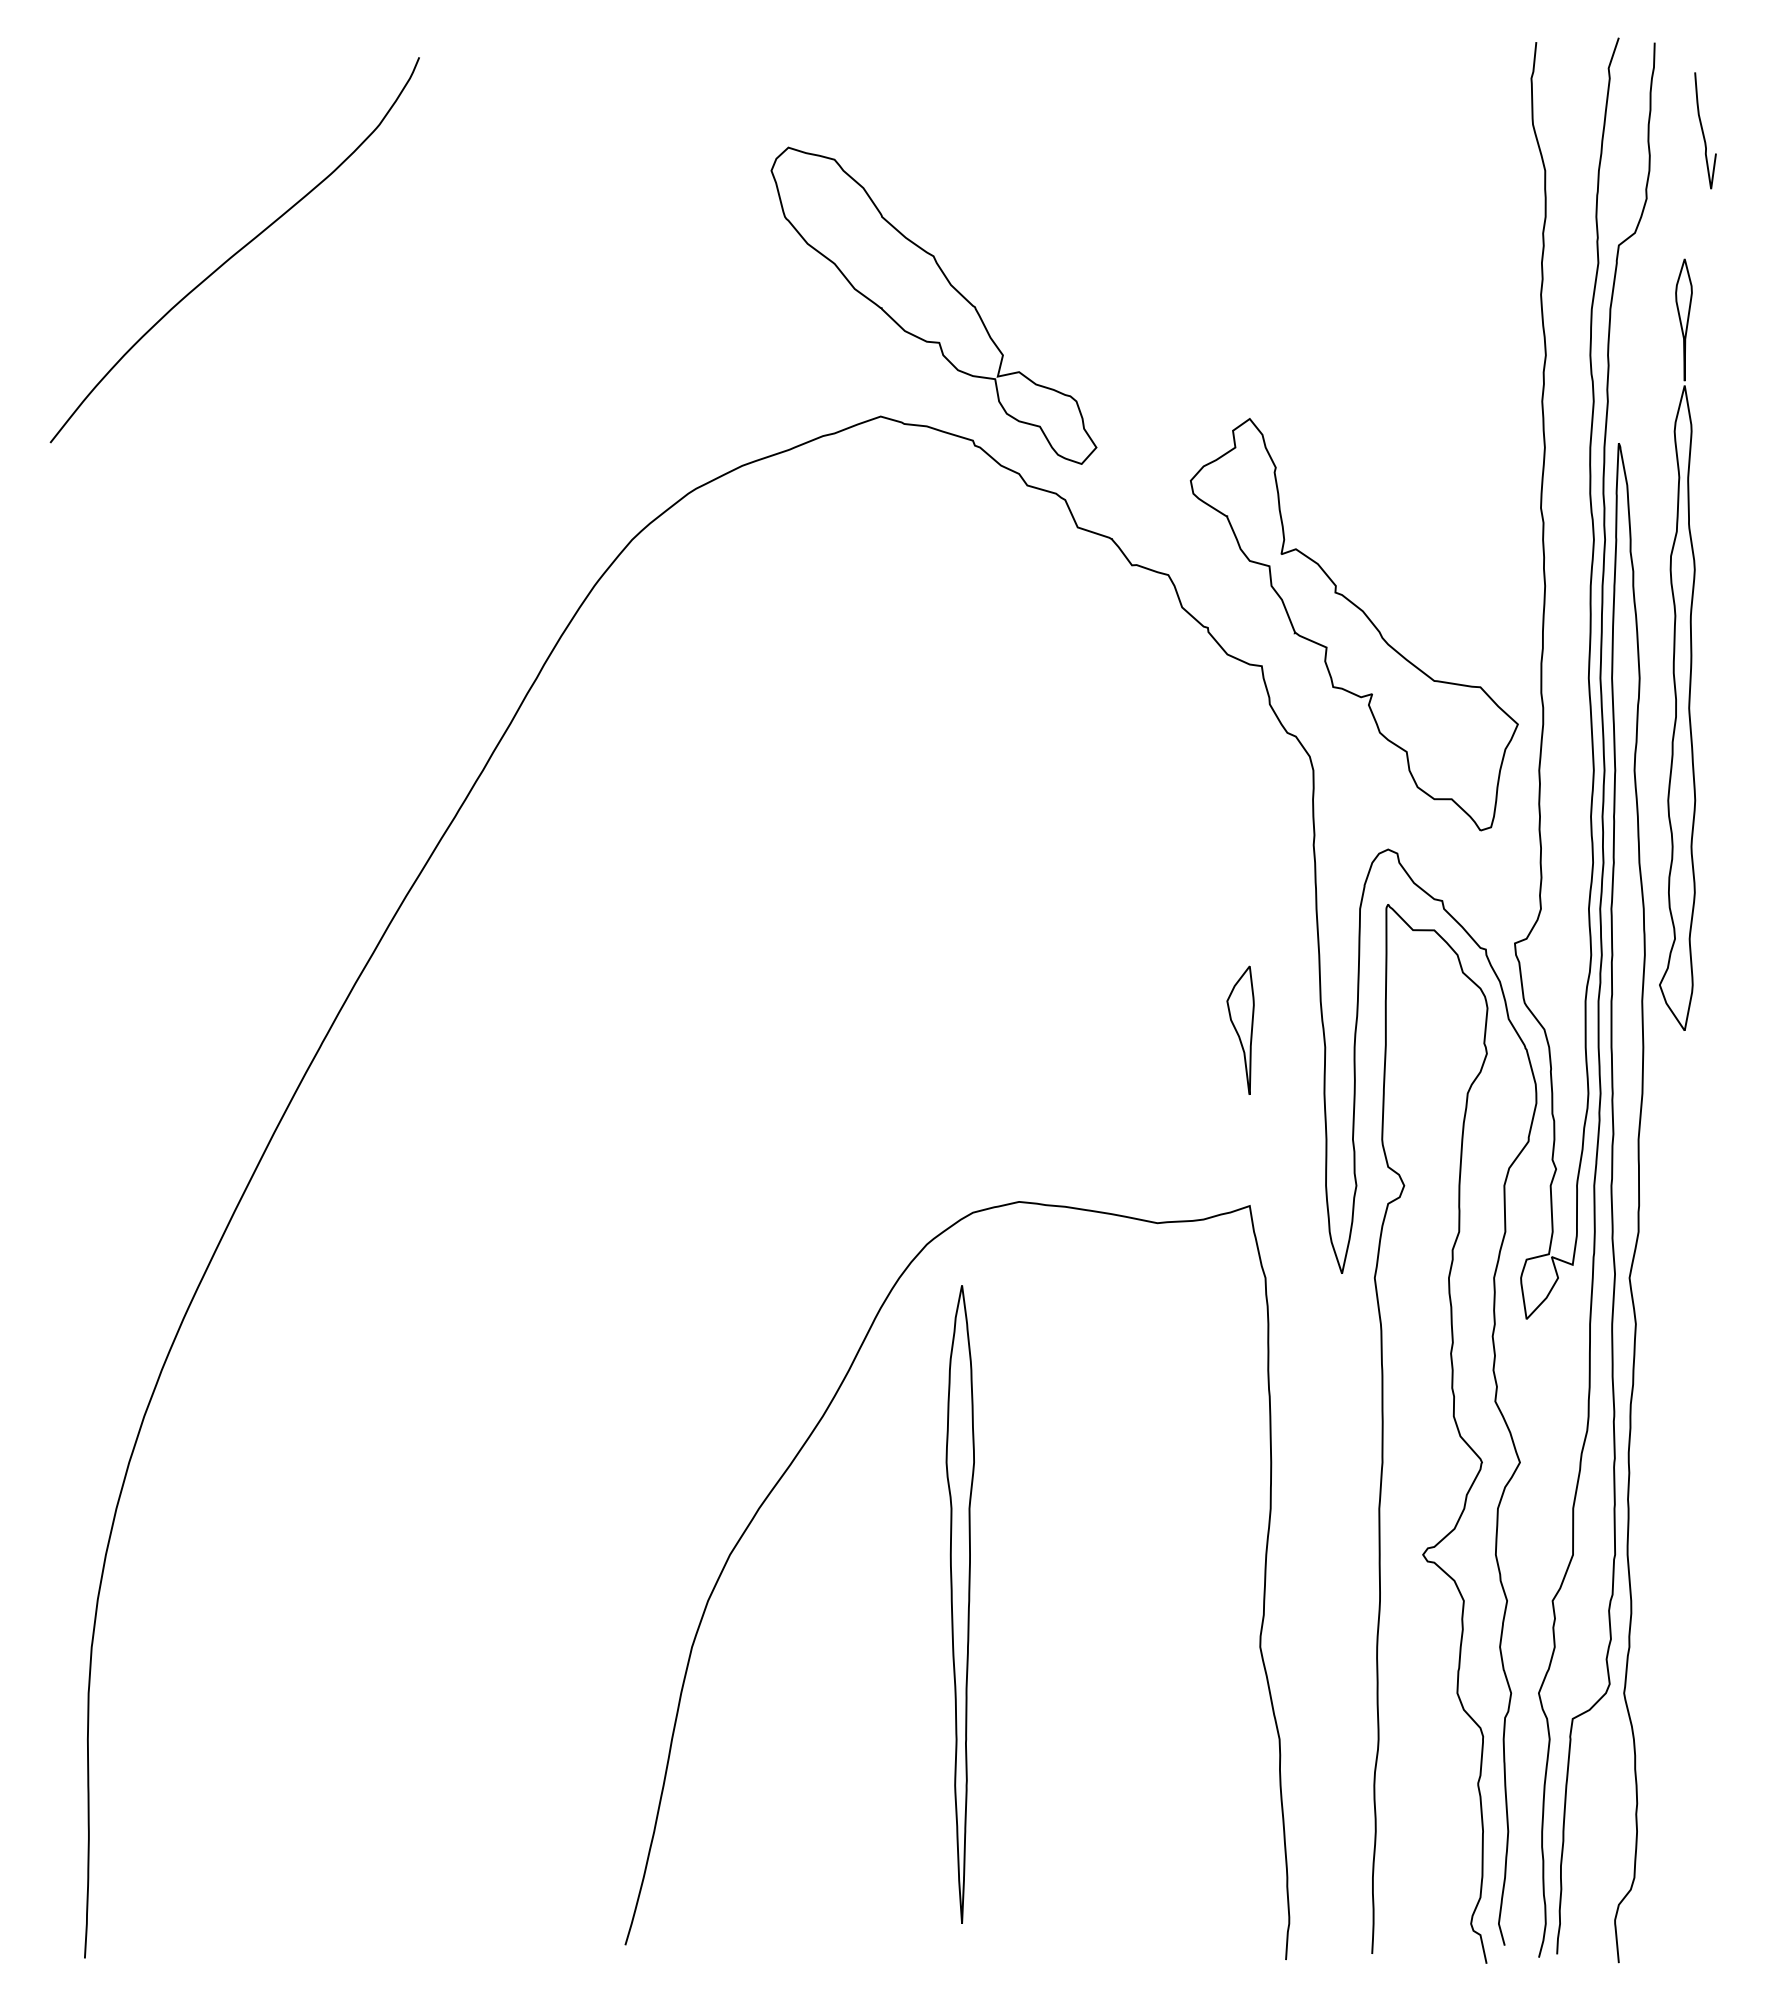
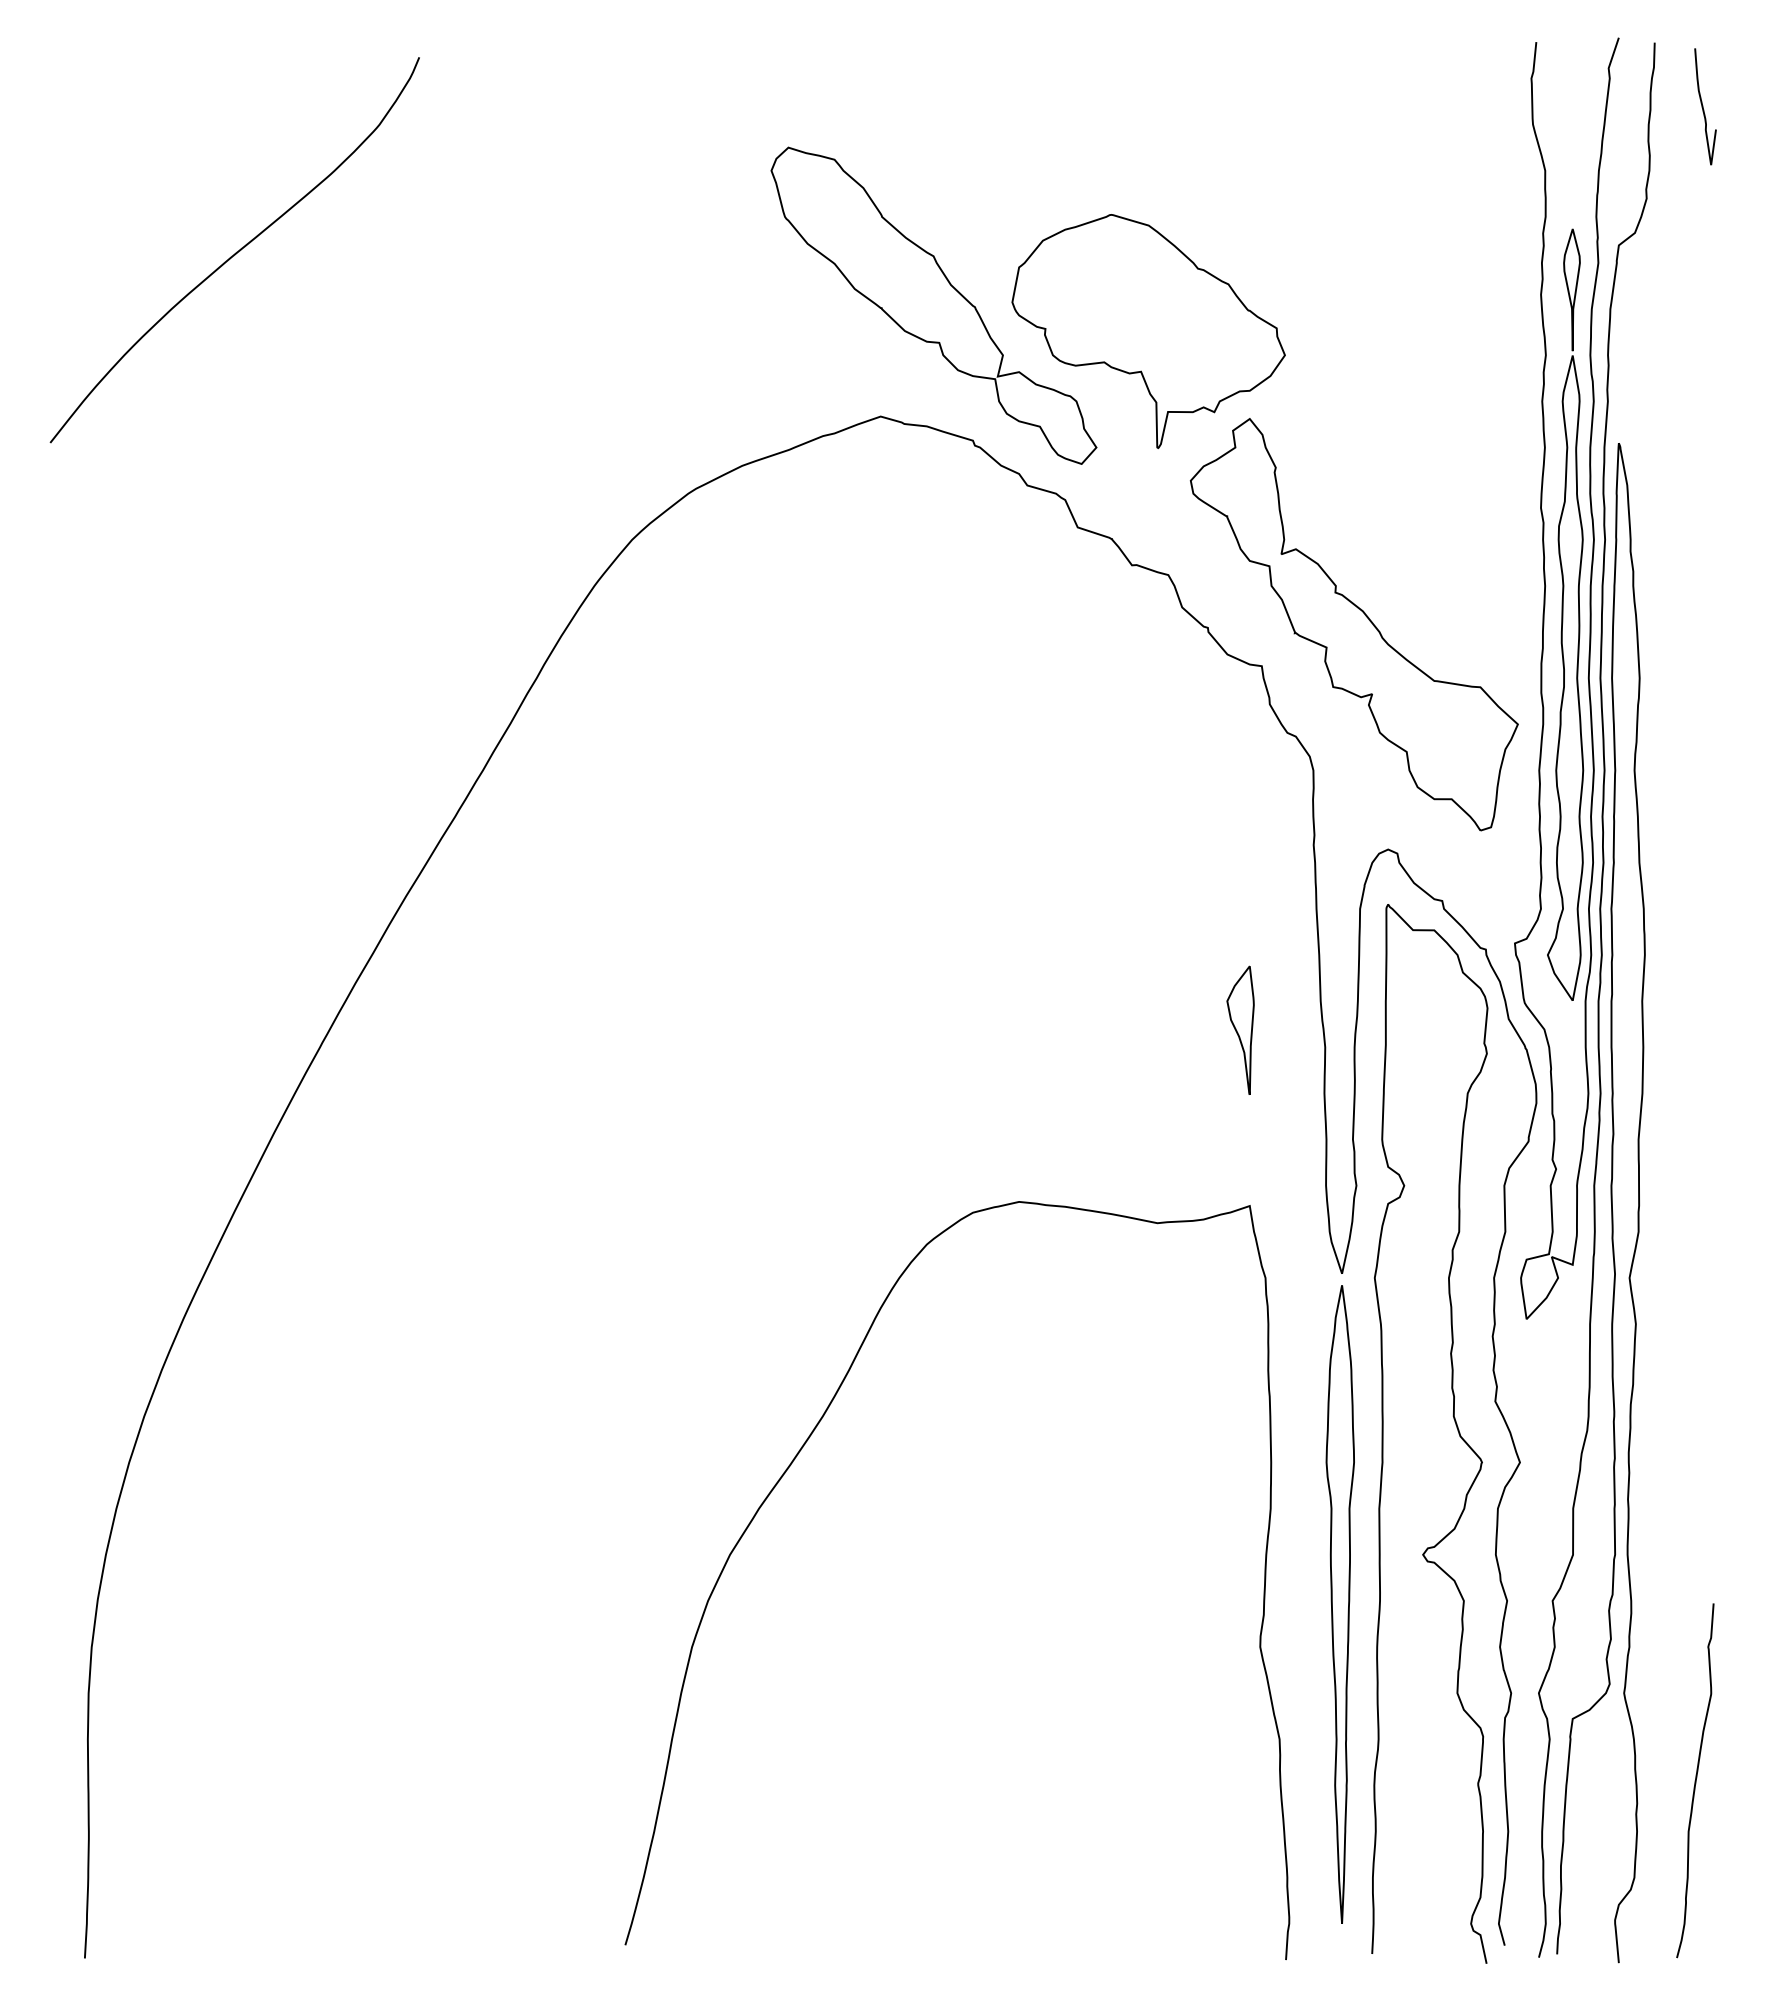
curve at (1703, 130) position: (1703, 130) -> (1703, 106)
part at (1148, 331): none -> present
part at (1677, 644) position: (1677, 644) -> (1565, 614)
part at (959, 1604) position: (959, 1604) -> (1339, 1604)
curve at (1695, 1780): none -> present
